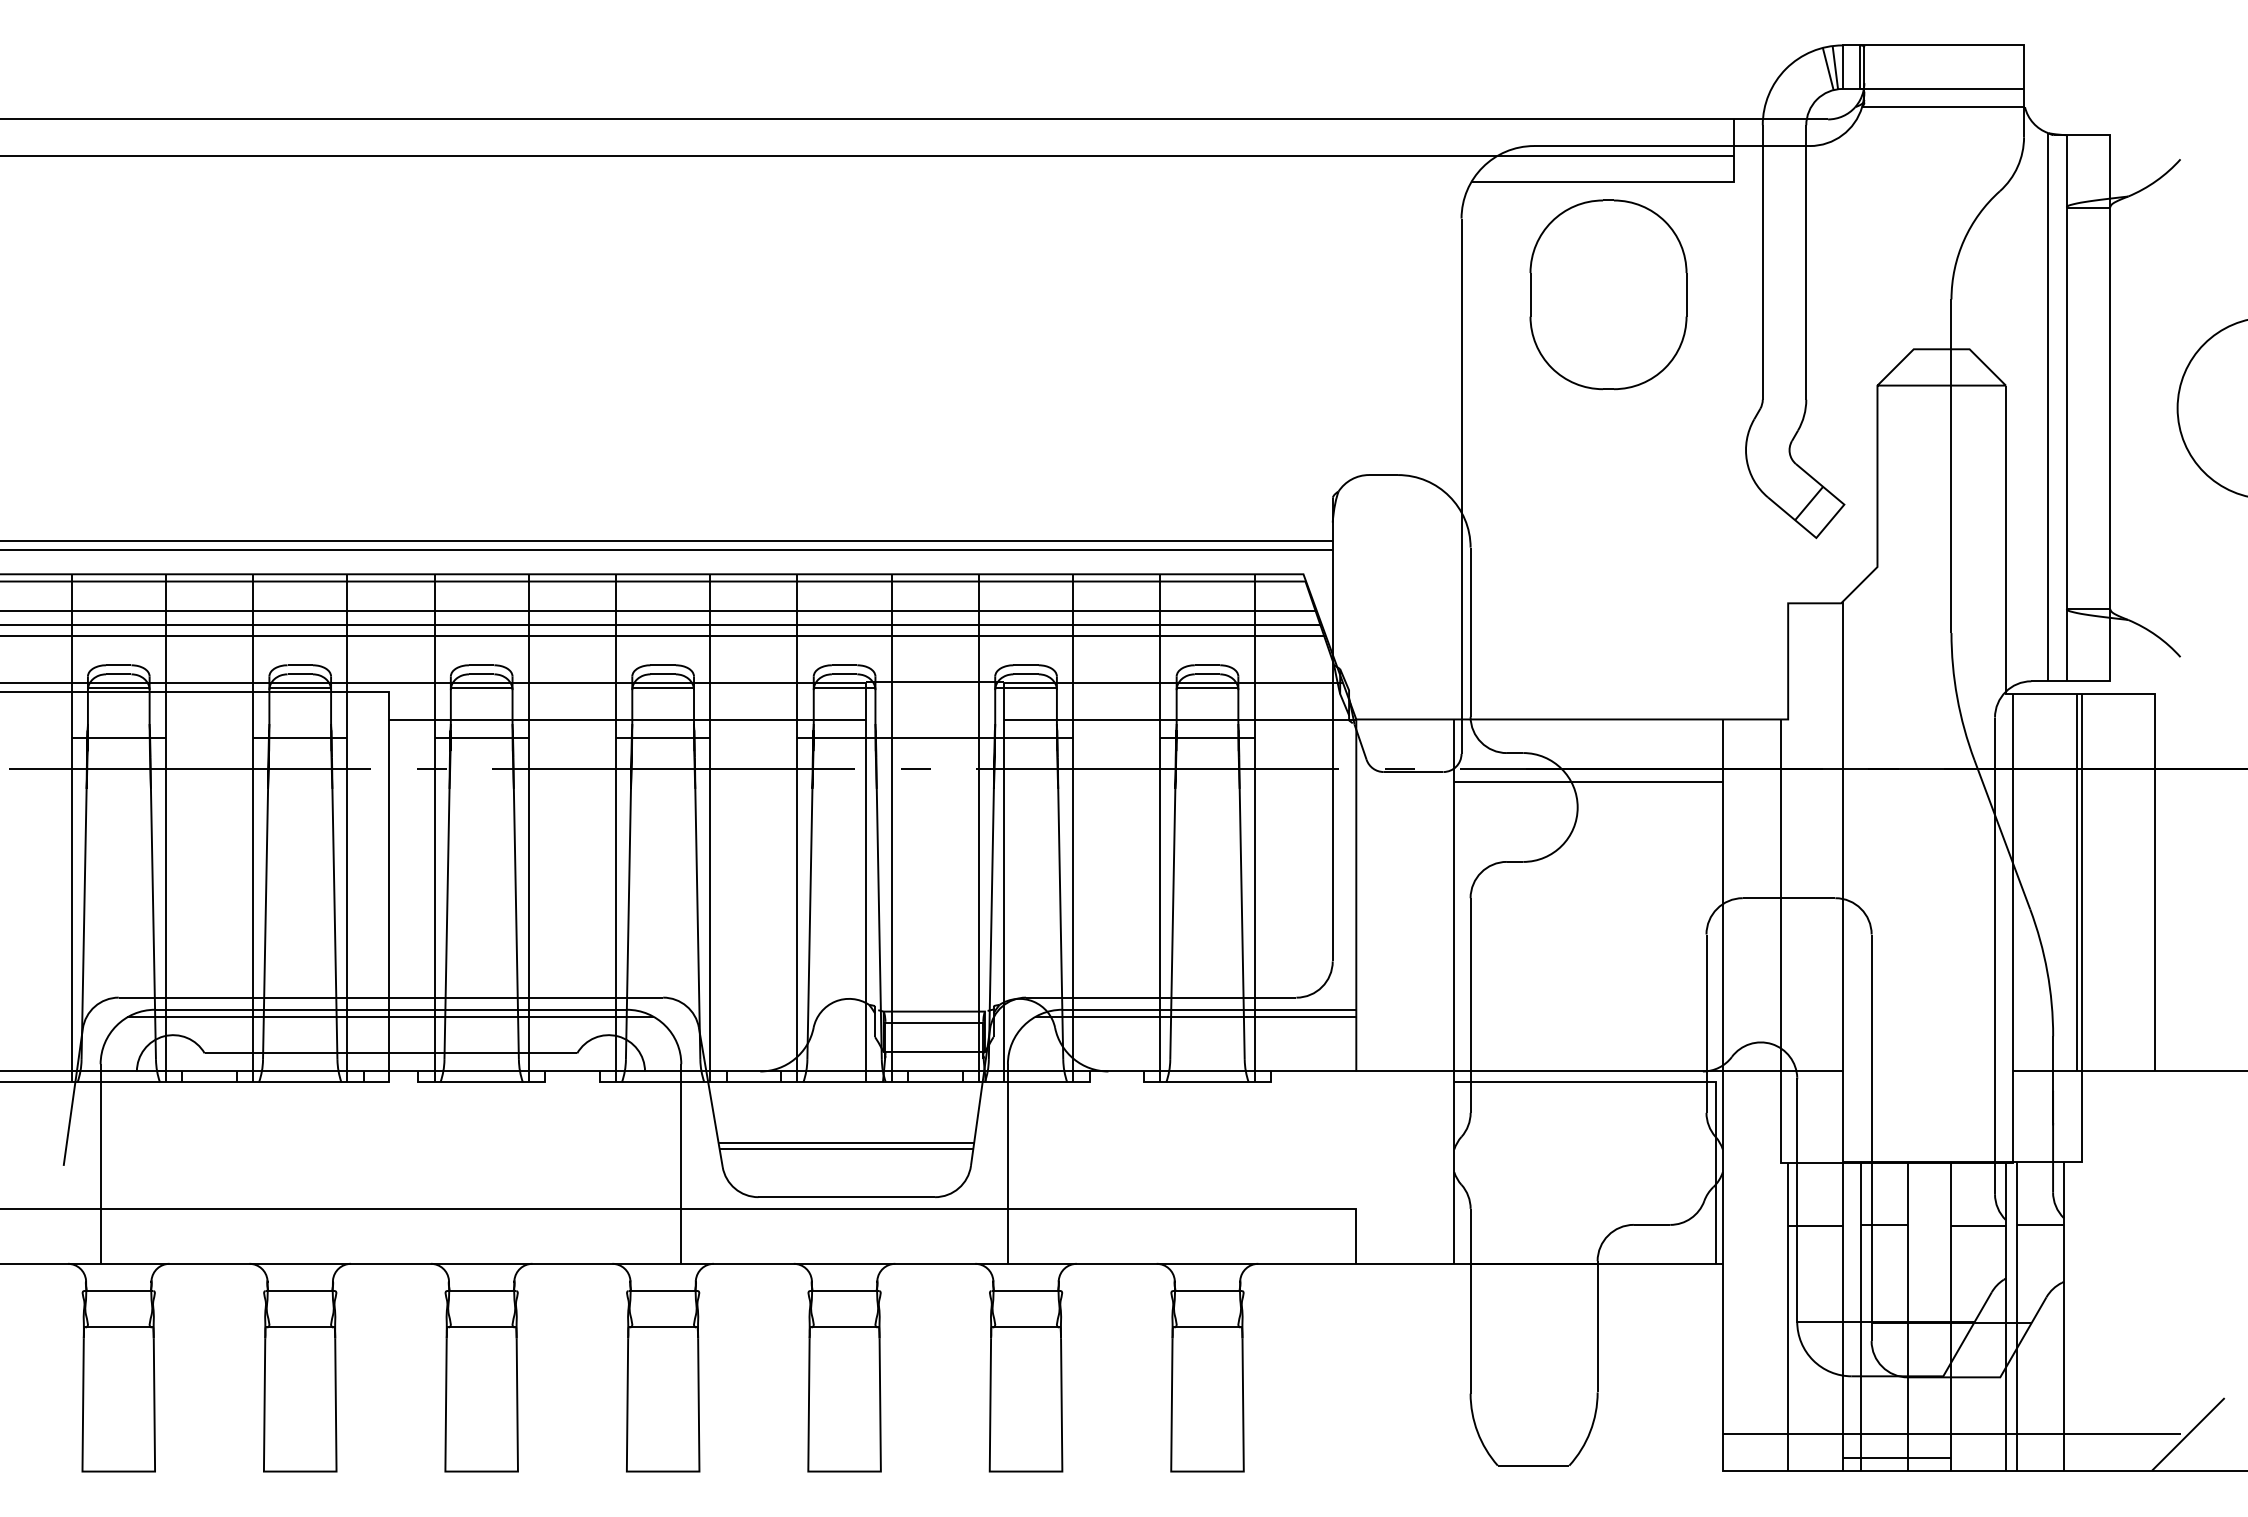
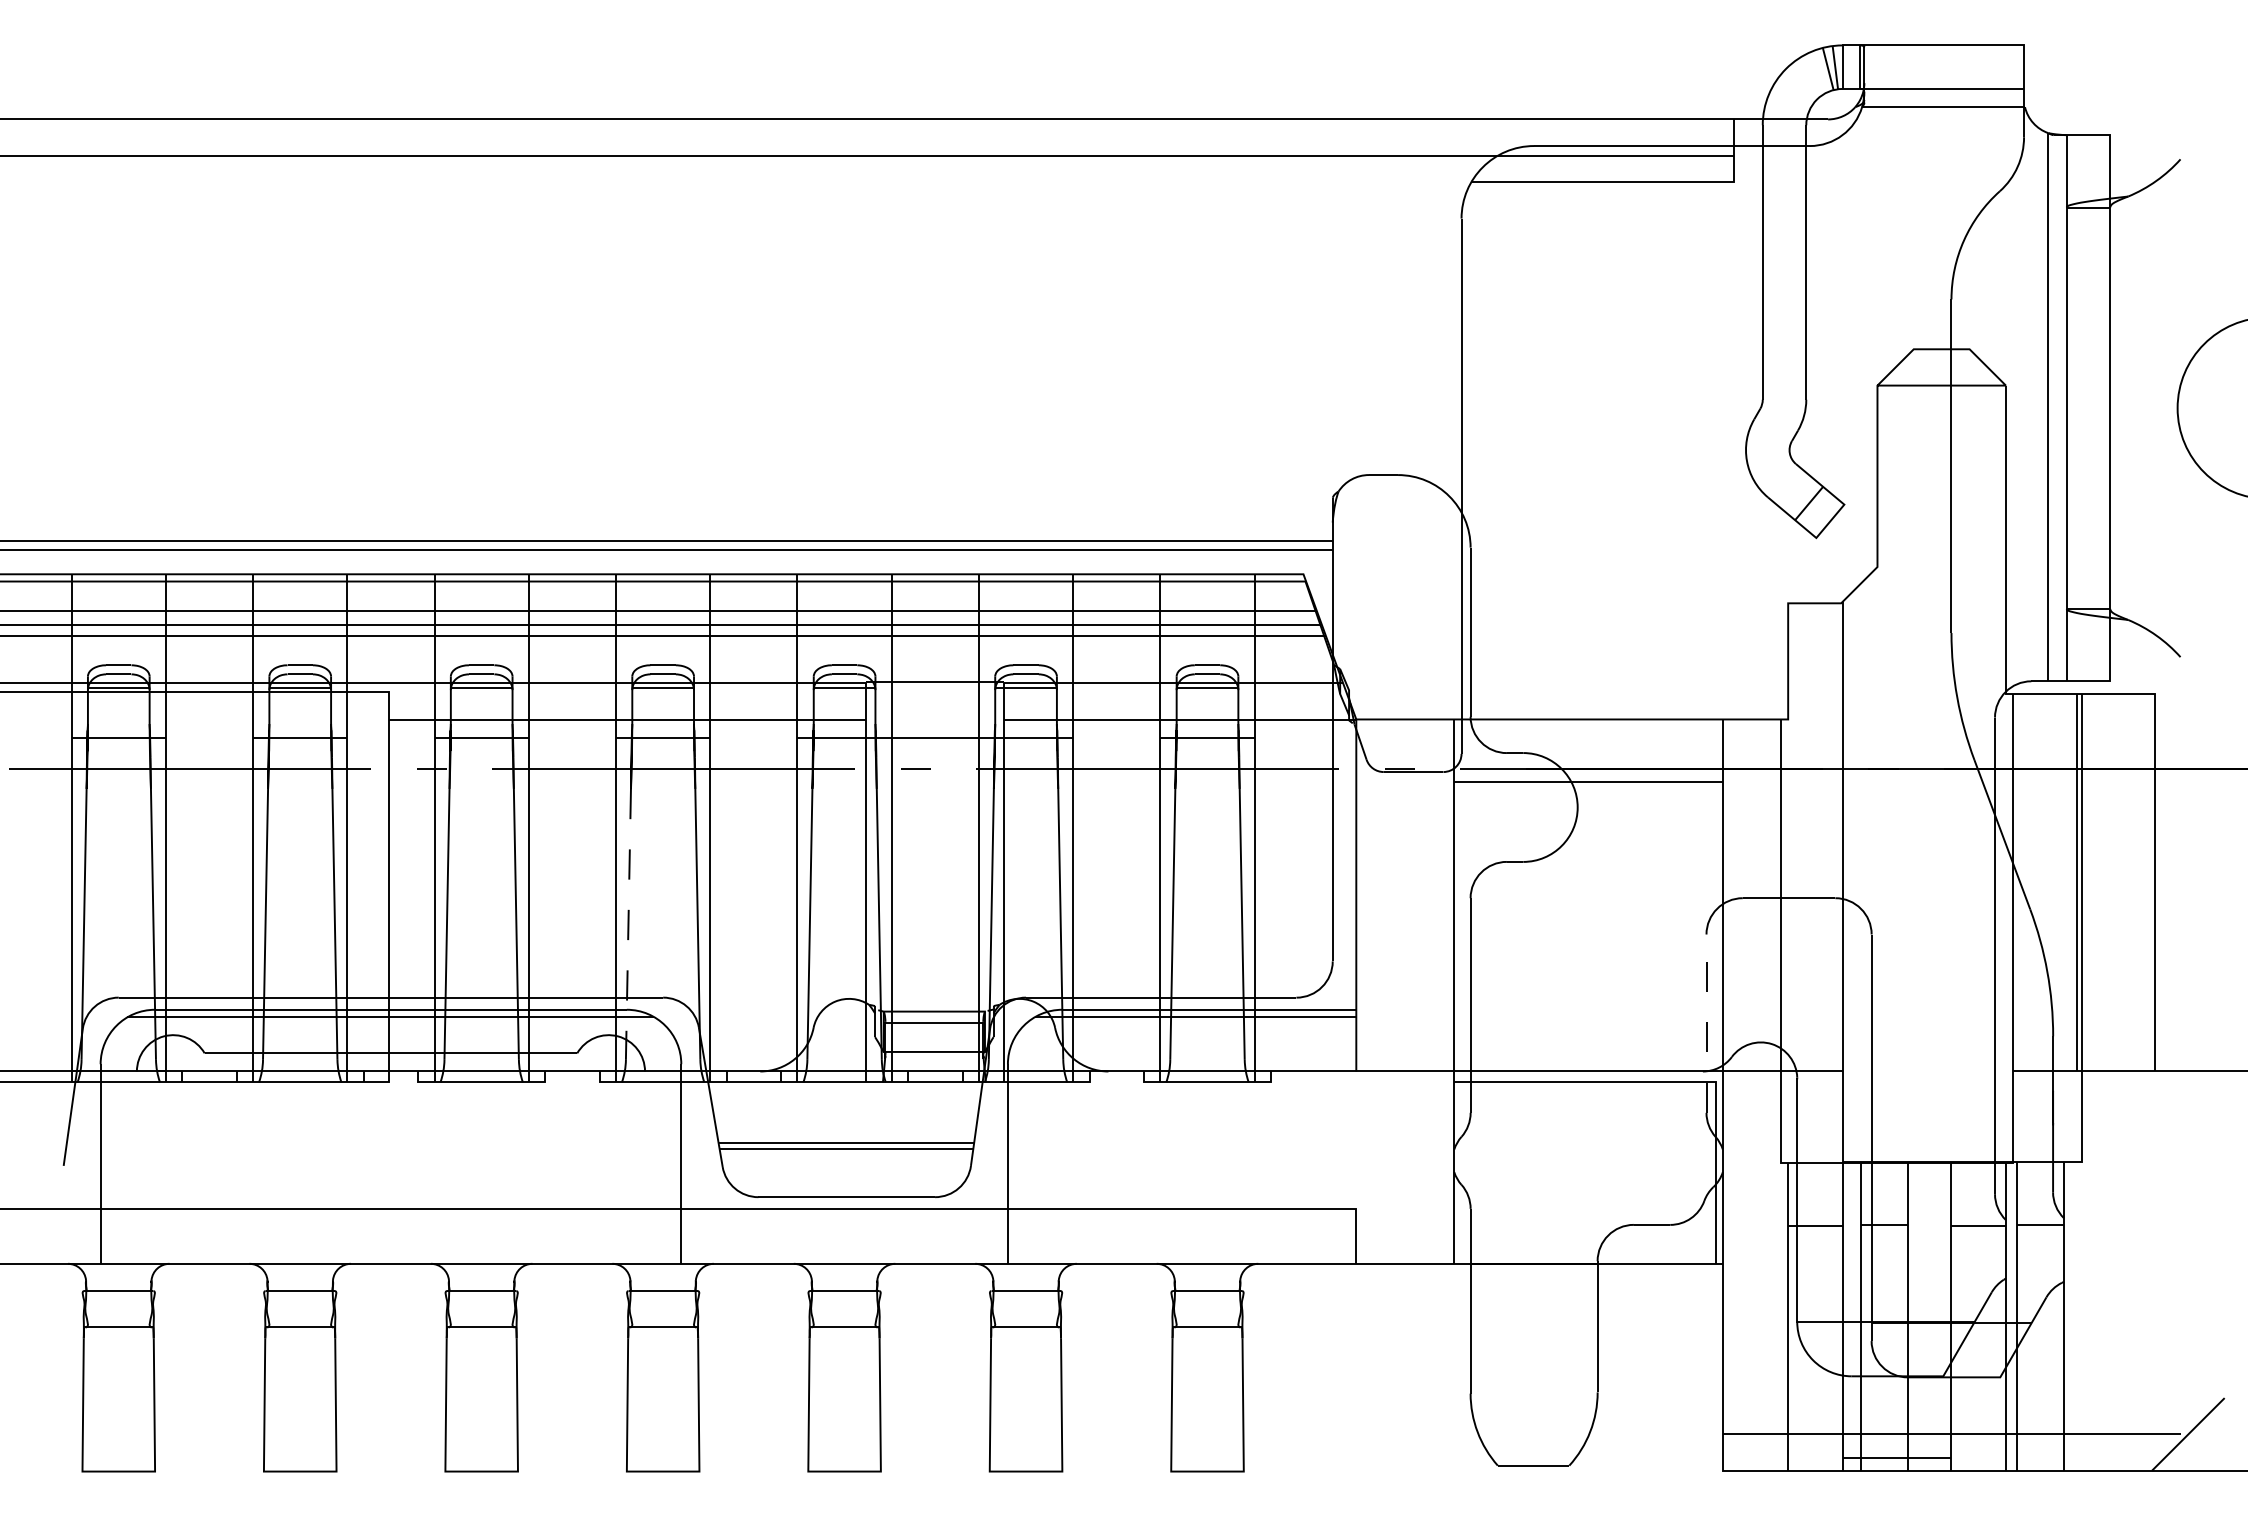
part at (1608, 294): present -> none
line at (628, 924): solid -> dashed
line at (1706, 1023): solid -> dashed
